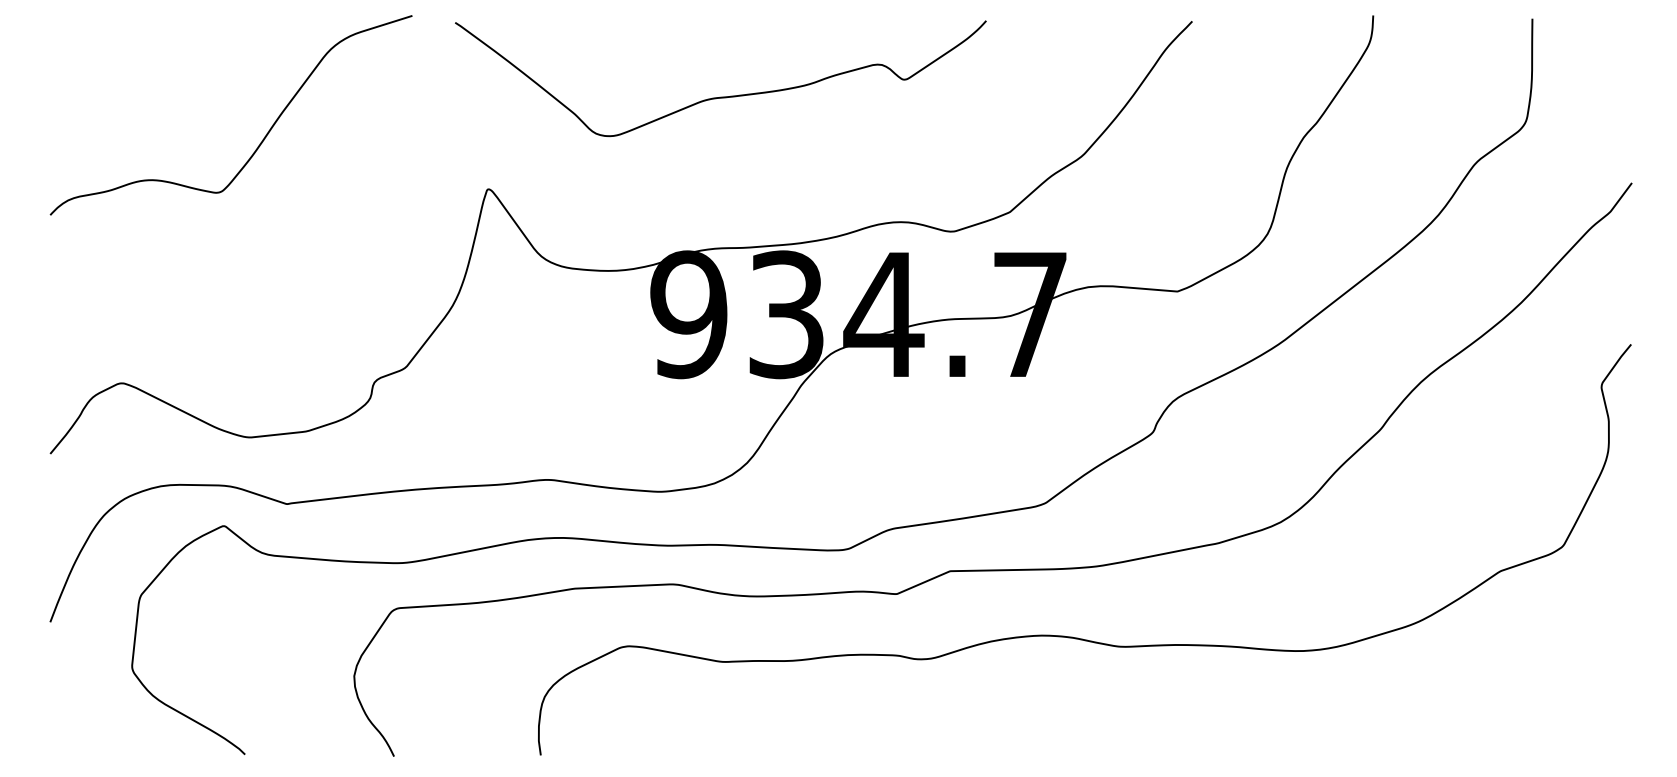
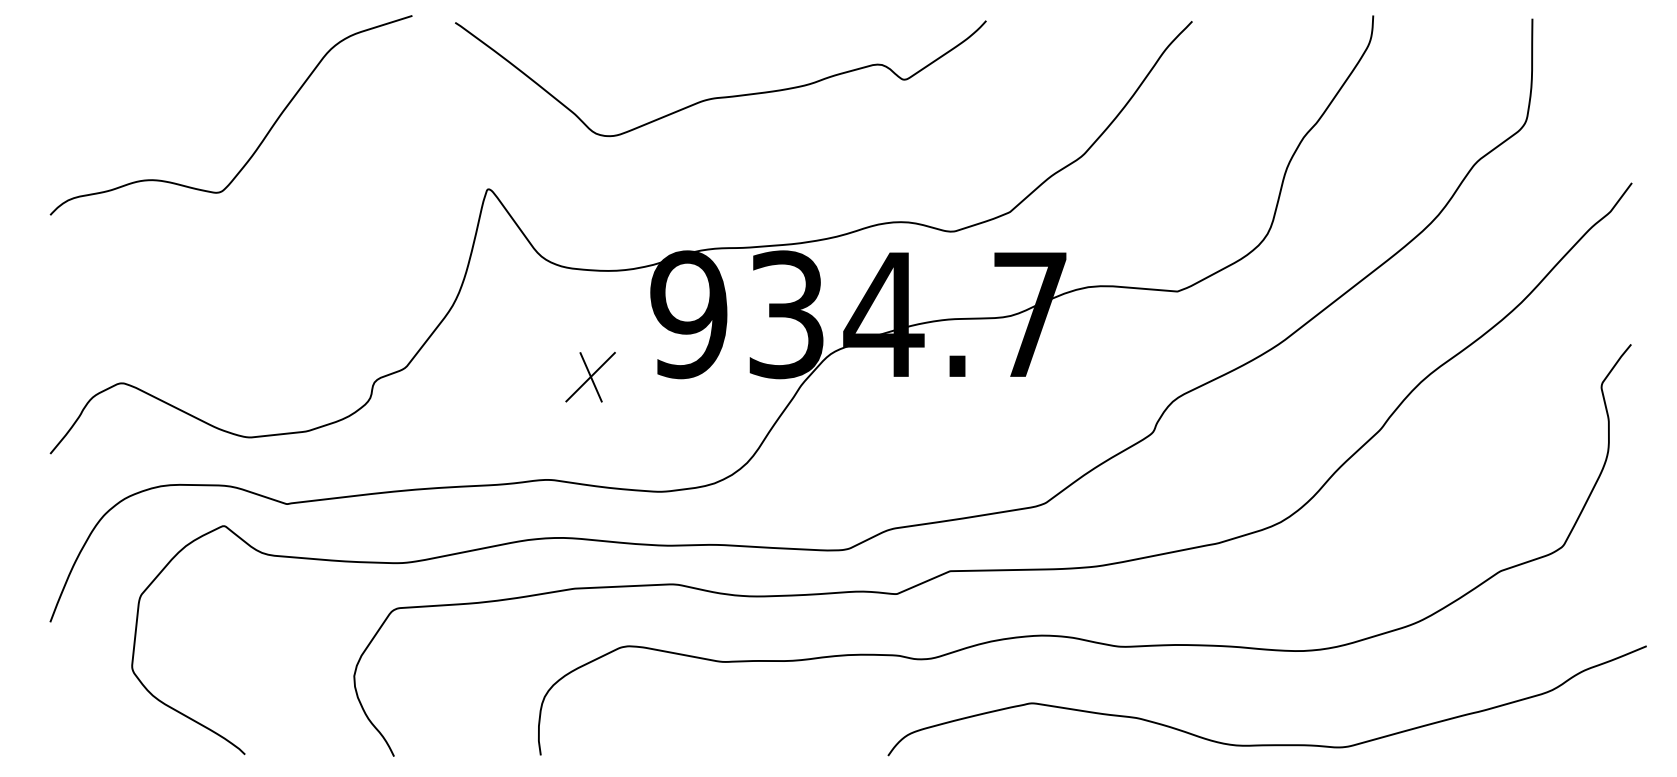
part at (590, 376): none -> present
curve at (1266, 744): none -> present
